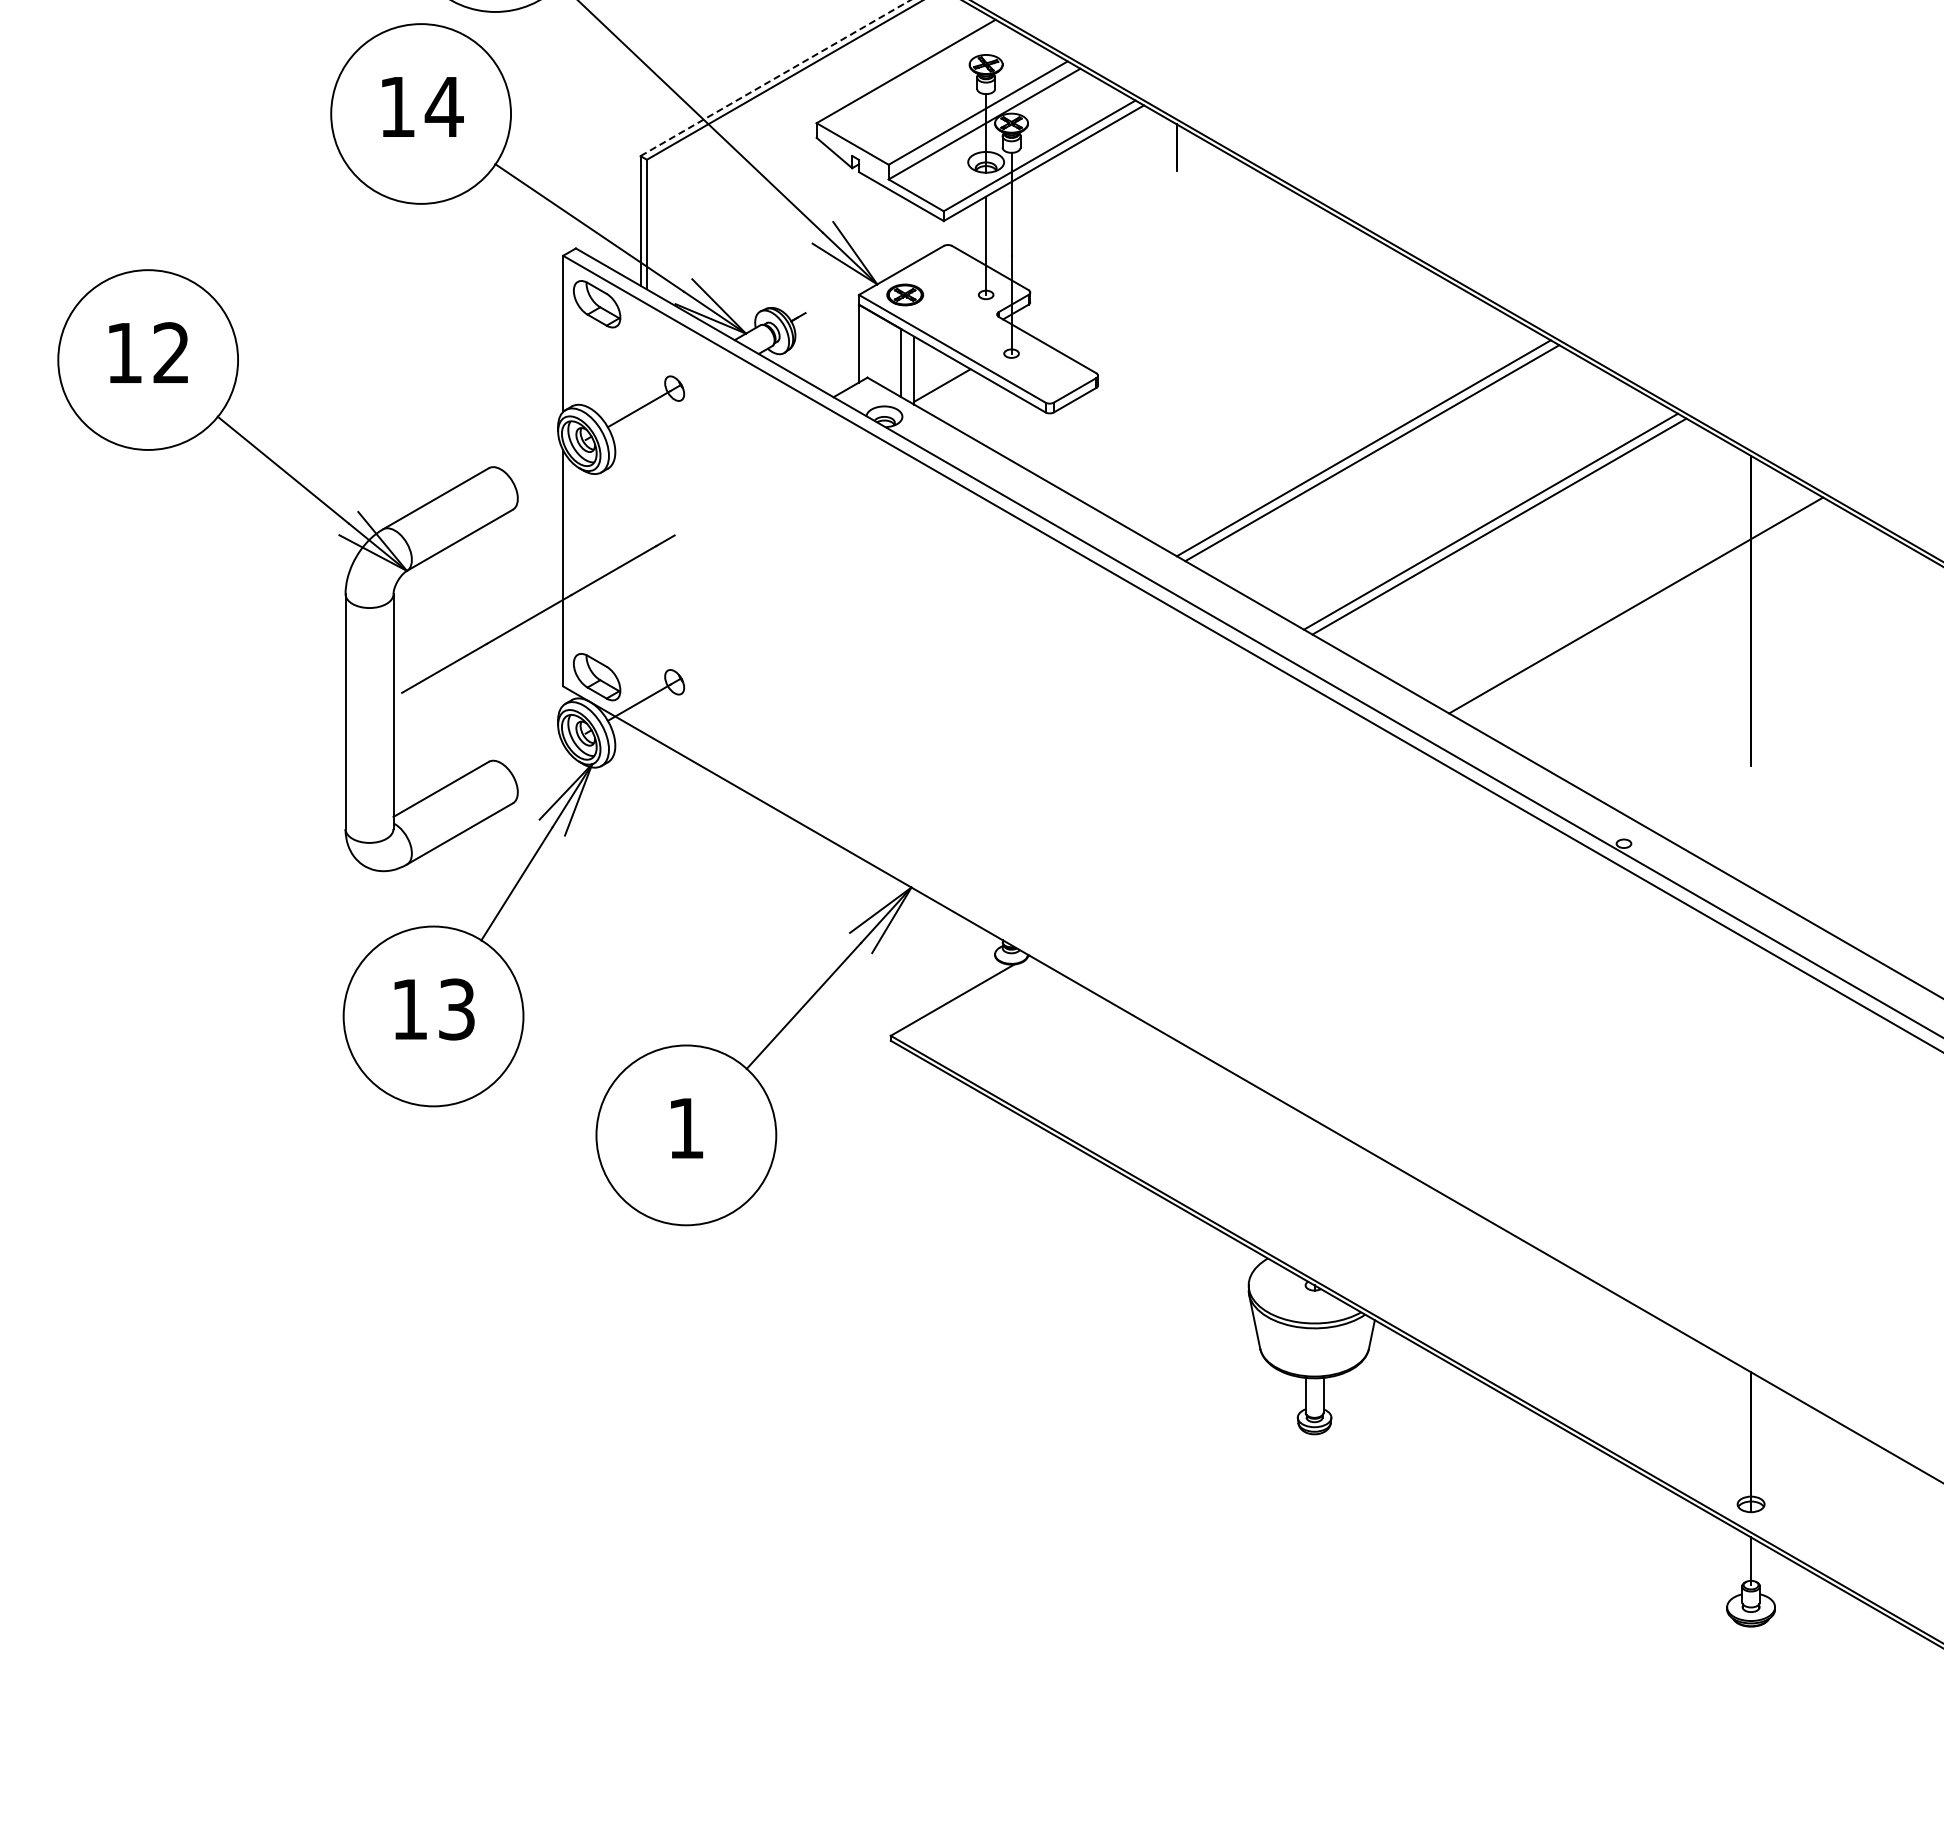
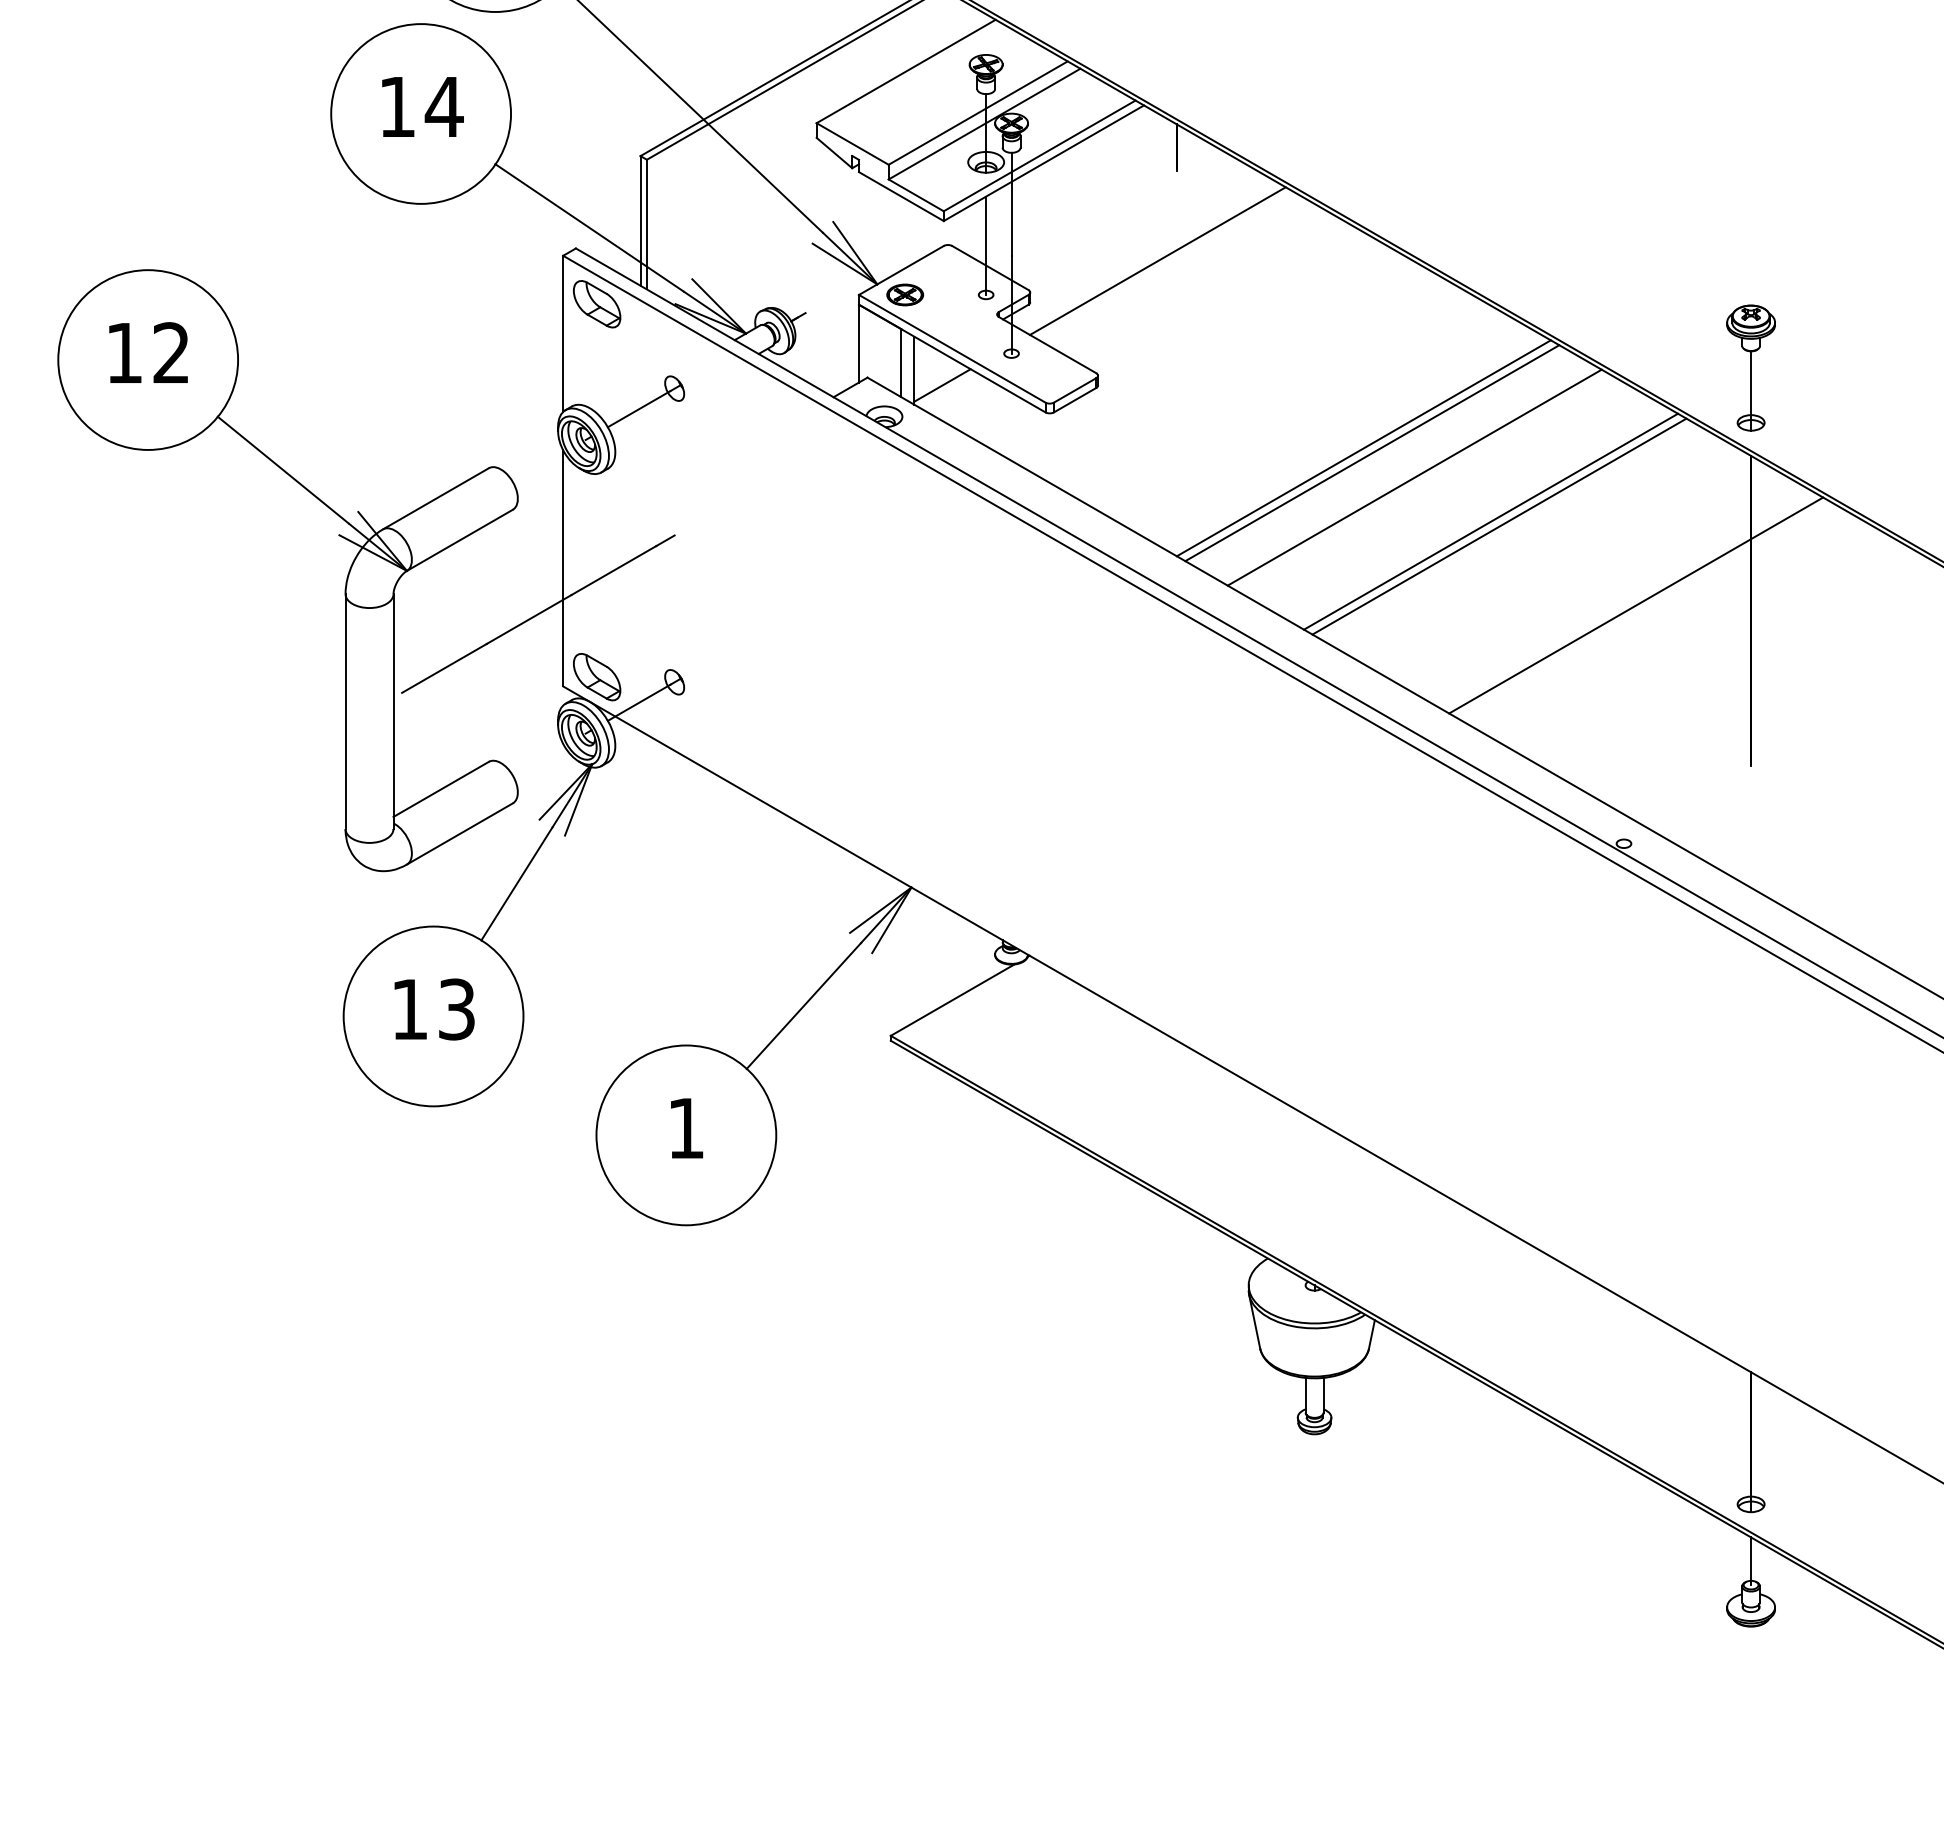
line at (775, 78): dashed -> solid
line at (1157, 260): none -> present
part at (1750, 367): none -> present
line at (1414, 477): none -> present
